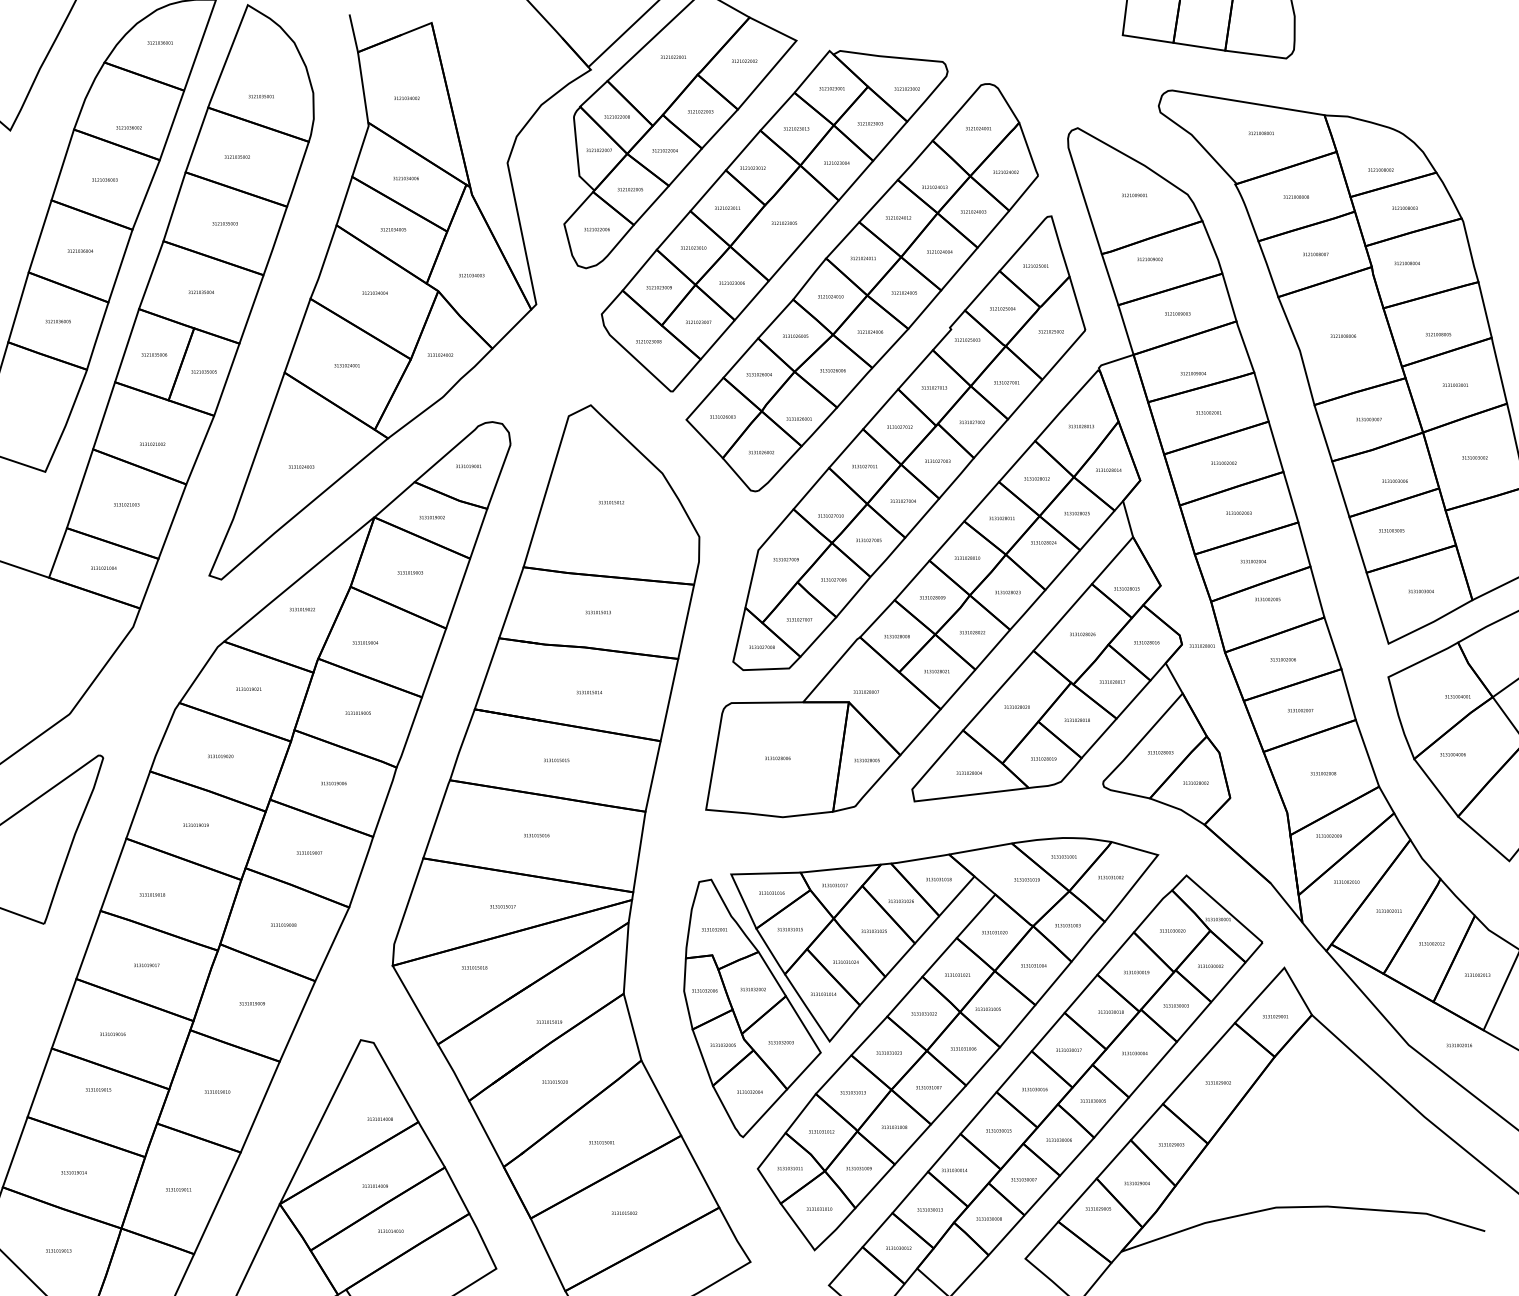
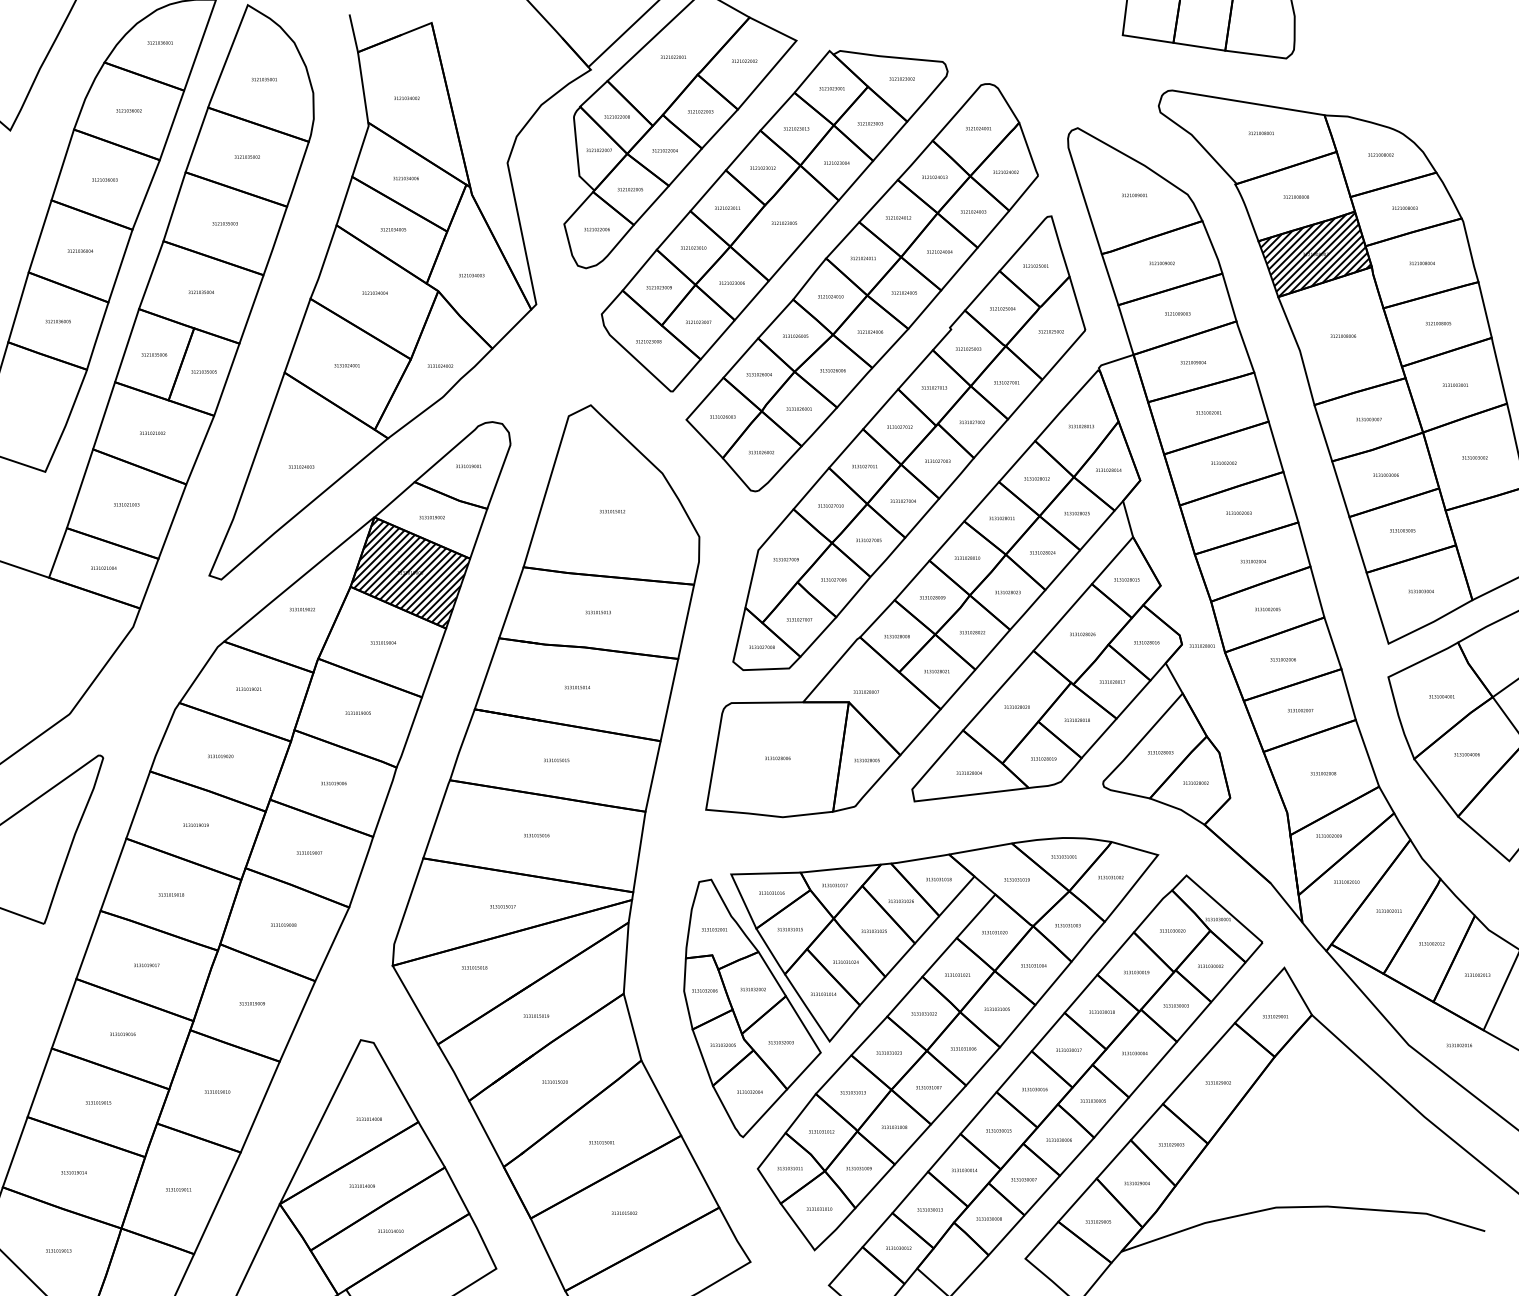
text at (906, 88) position: (906, 88) -> (901, 78)
text at (261, 96) position: (261, 96) -> (264, 79)
text at (128, 127) position: (128, 127) -> (128, 110)
text at (236, 156) position: (236, 156) -> (246, 156)
text at (752, 167) position: (752, 167) -> (762, 167)
text at (1380, 169) position: (1380, 169) -> (1380, 154)
text at (934, 186) position: (934, 186) -> (934, 176)
hatch at (1314, 254): none -> present
text at (1149, 258) position: (1149, 258) -> (1161, 262)
text at (1406, 263) position: (1406, 263) -> (1421, 263)
text at (1438, 334) position: (1438, 334) -> (1438, 323)
text at (967, 339) position: (967, 339) -> (968, 348)
text at (440, 354) position: (440, 354) -> (440, 365)
text at (1192, 373) position: (1192, 373) -> (1192, 362)
text at (798, 418) position: (798, 418) -> (798, 408)
text at (152, 443) position: (152, 443) -> (152, 432)
text at (1394, 480) position: (1394, 480) -> (1385, 474)
text at (611, 502) position: (611, 502) -> (612, 511)
text at (830, 515) position: (830, 515) -> (830, 505)
text at (1391, 530) position: (1391, 530) -> (1402, 530)
text at (1043, 542) position: (1043, 542) -> (1042, 552)
hatch at (409, 572): none -> present
text at (1126, 588) position: (1126, 588) -> (1126, 579)
text at (1267, 599) position: (1267, 599) -> (1267, 609)
text at (364, 642) position: (364, 642) -> (382, 642)
text at (589, 692) position: (589, 692) -> (577, 687)
text at (1457, 696) position: (1457, 696) -> (1441, 696)
text at (1452, 754) position: (1452, 754) -> (1466, 754)
text at (1026, 879) position: (1026, 879) -> (1016, 879)
text at (152, 894) position: (152, 894) -> (171, 894)
text at (987, 1008) position: (987, 1008) -> (996, 1008)
text at (1110, 1011) position: (1110, 1011) -> (1101, 1011)
text at (549, 1021) position: (549, 1021) -> (536, 1015)
text at (112, 1033) position: (112, 1033) -> (122, 1033)
text at (98, 1089) position: (98, 1089) -> (98, 1102)
text at (379, 1118) position: (379, 1118) -> (368, 1118)
text at (954, 1170) position: (954, 1170) -> (964, 1170)
text at (374, 1185) position: (374, 1185) -> (361, 1185)
text at (1098, 1208) position: (1098, 1208) -> (1098, 1221)
